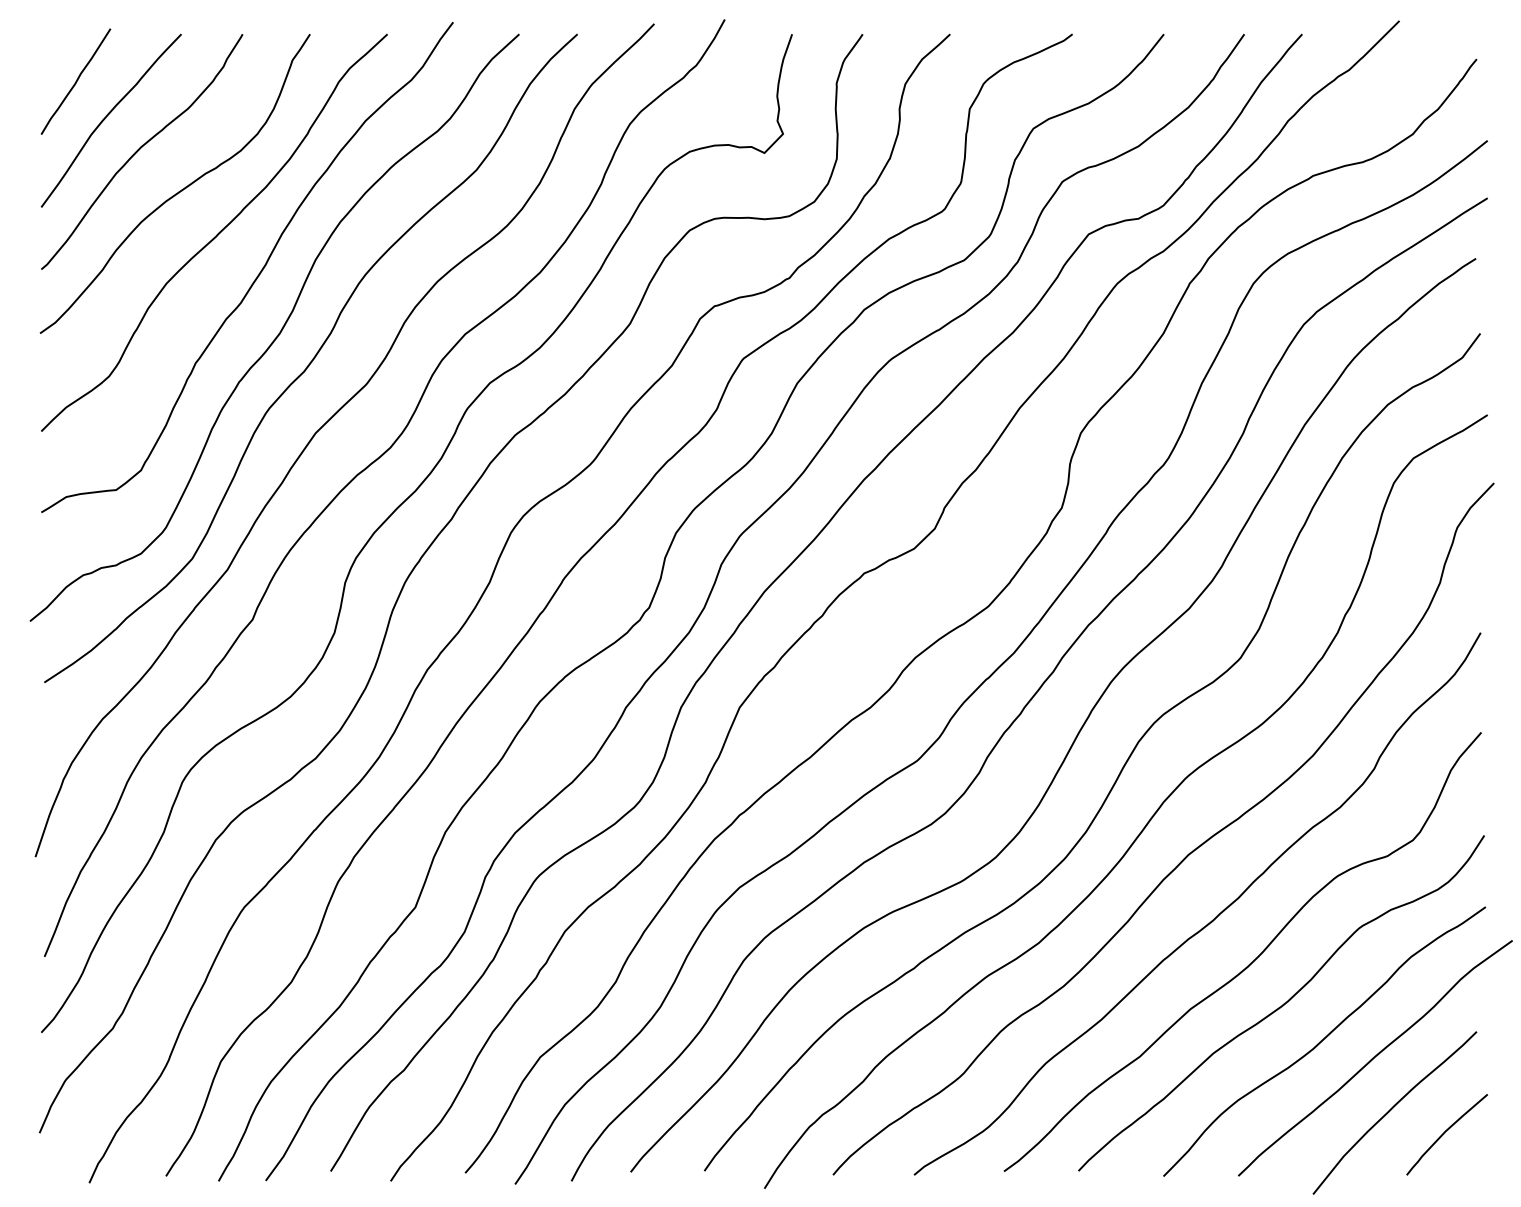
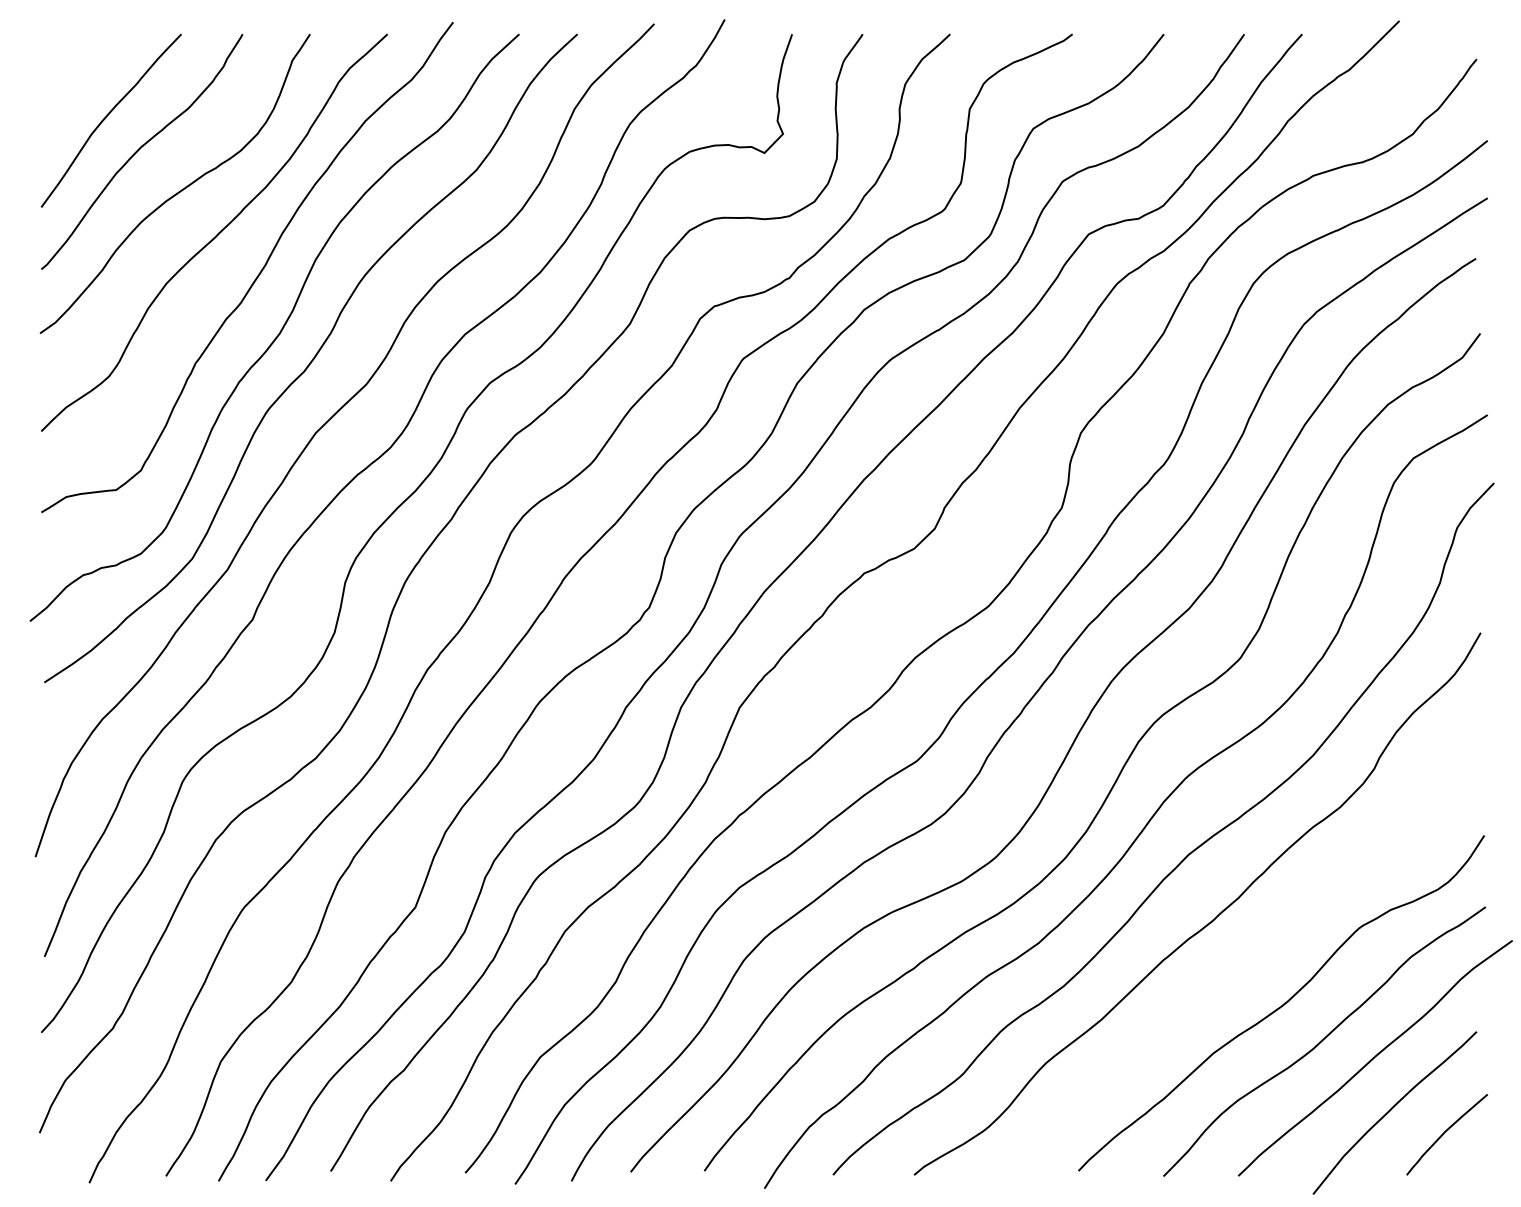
curve at (75, 81): present -> none
curve at (1251, 961): present -> none
